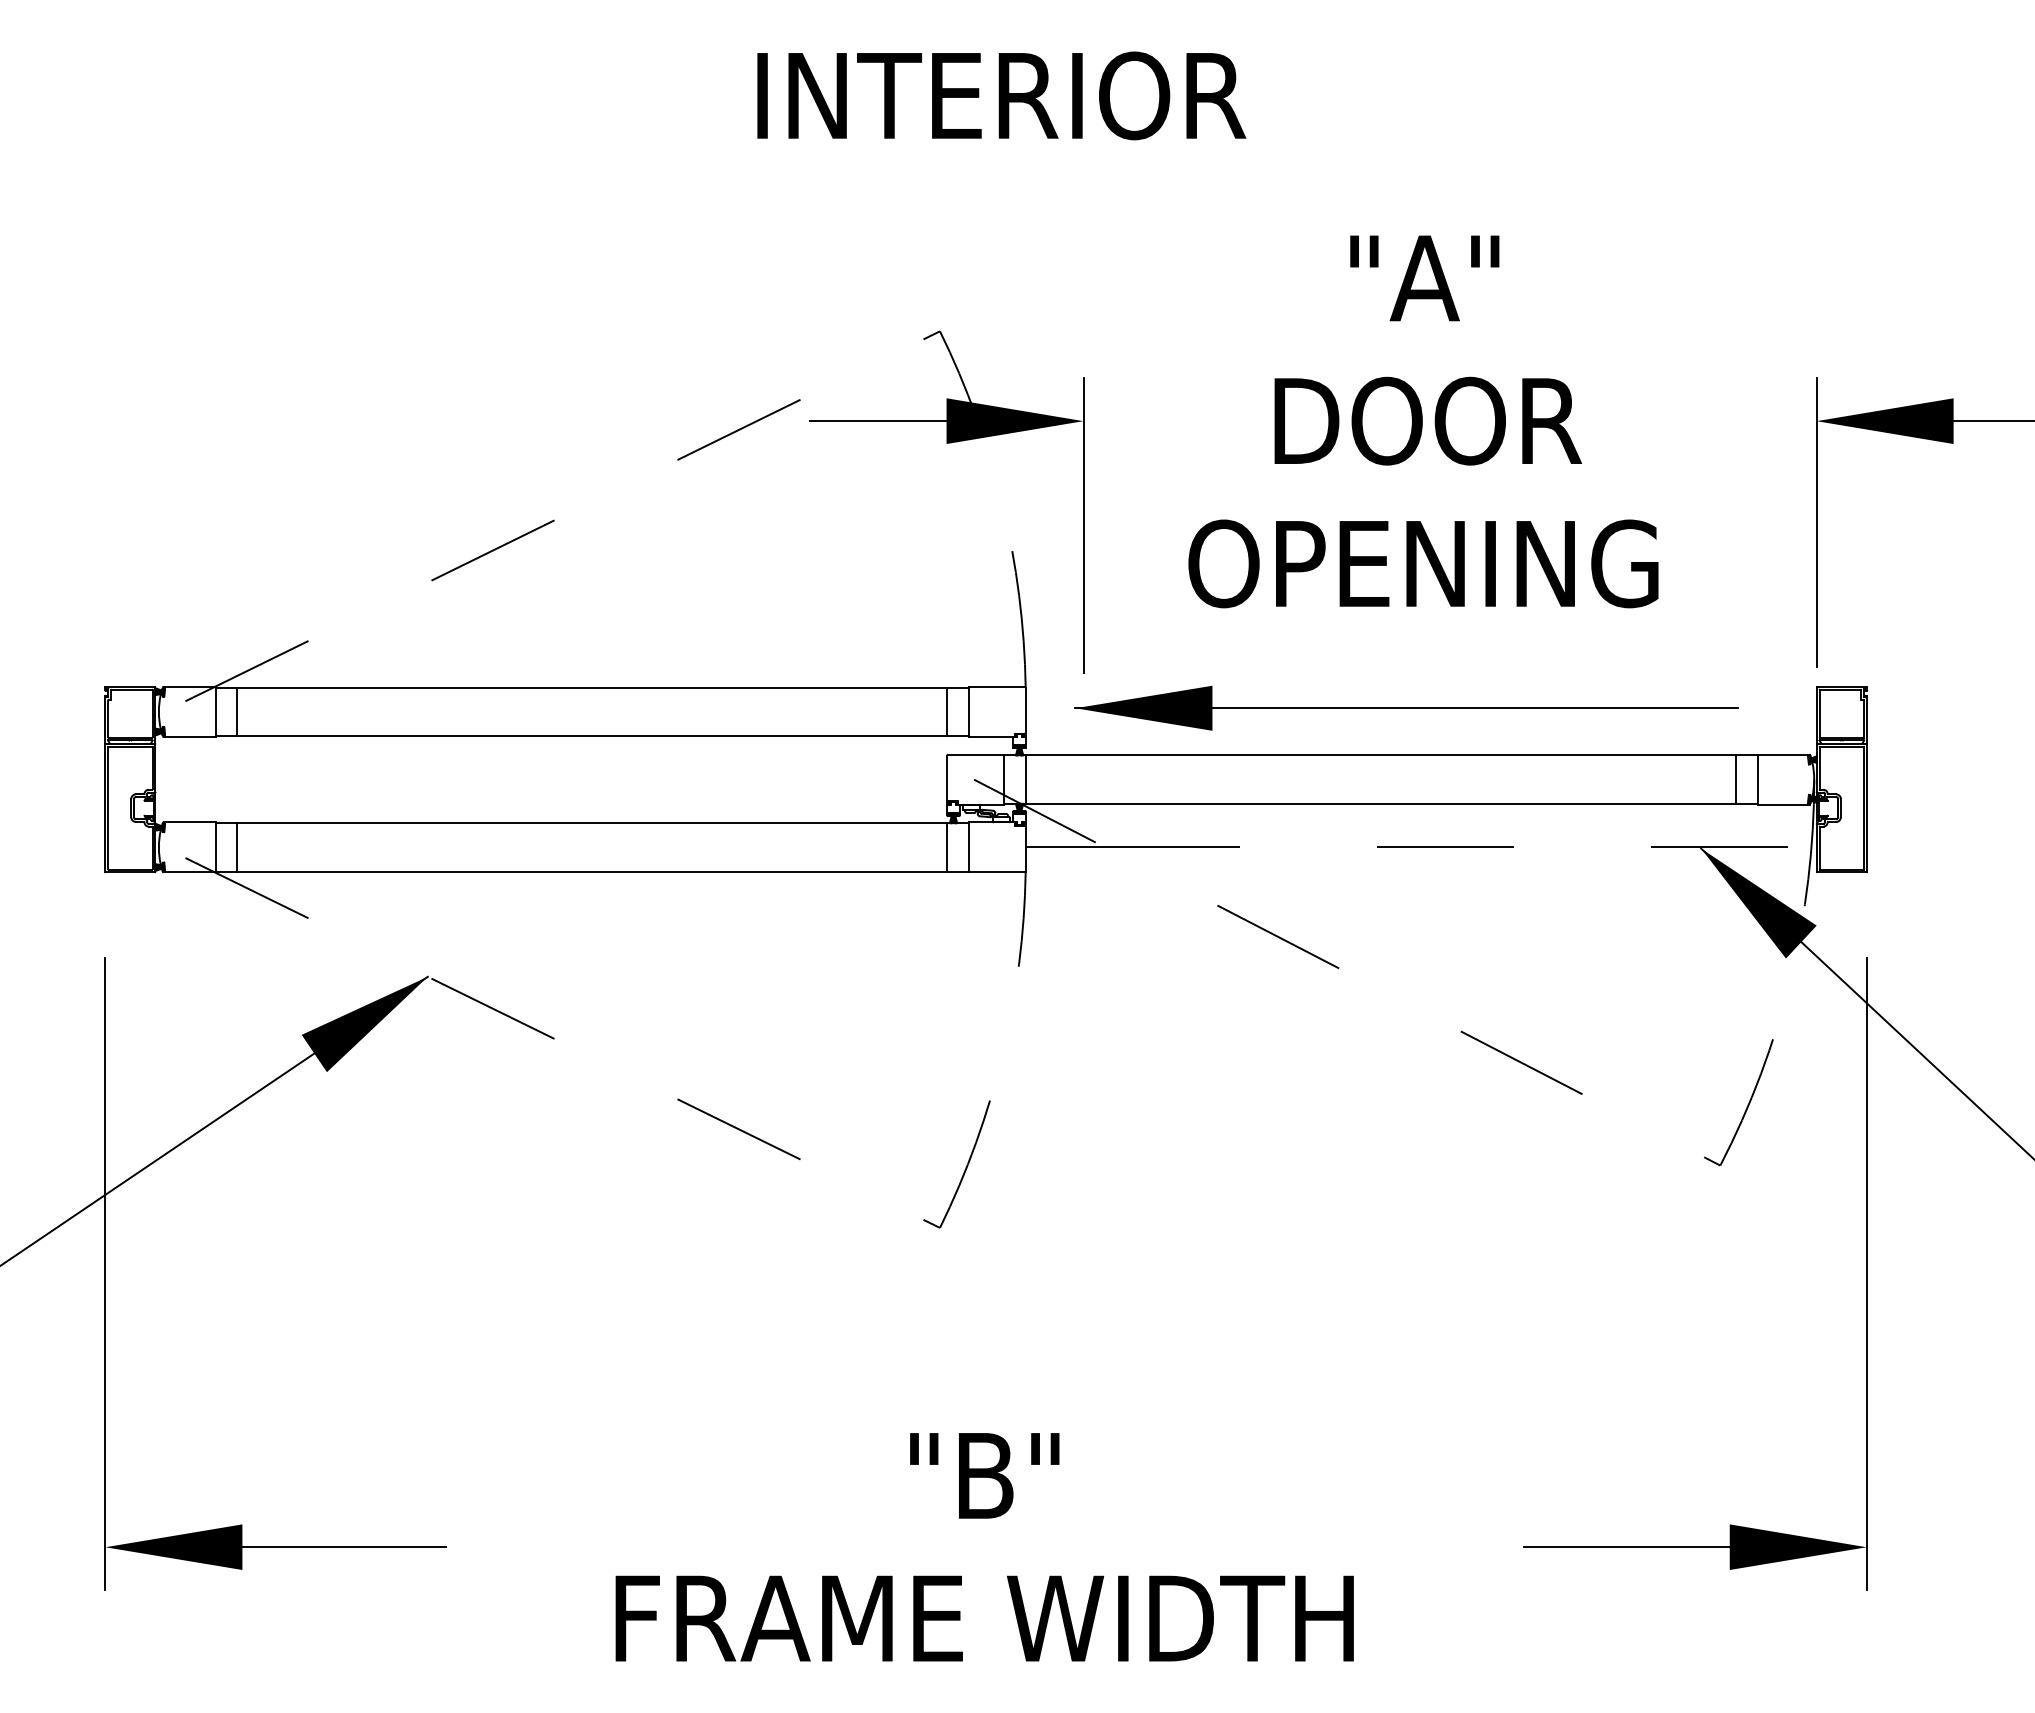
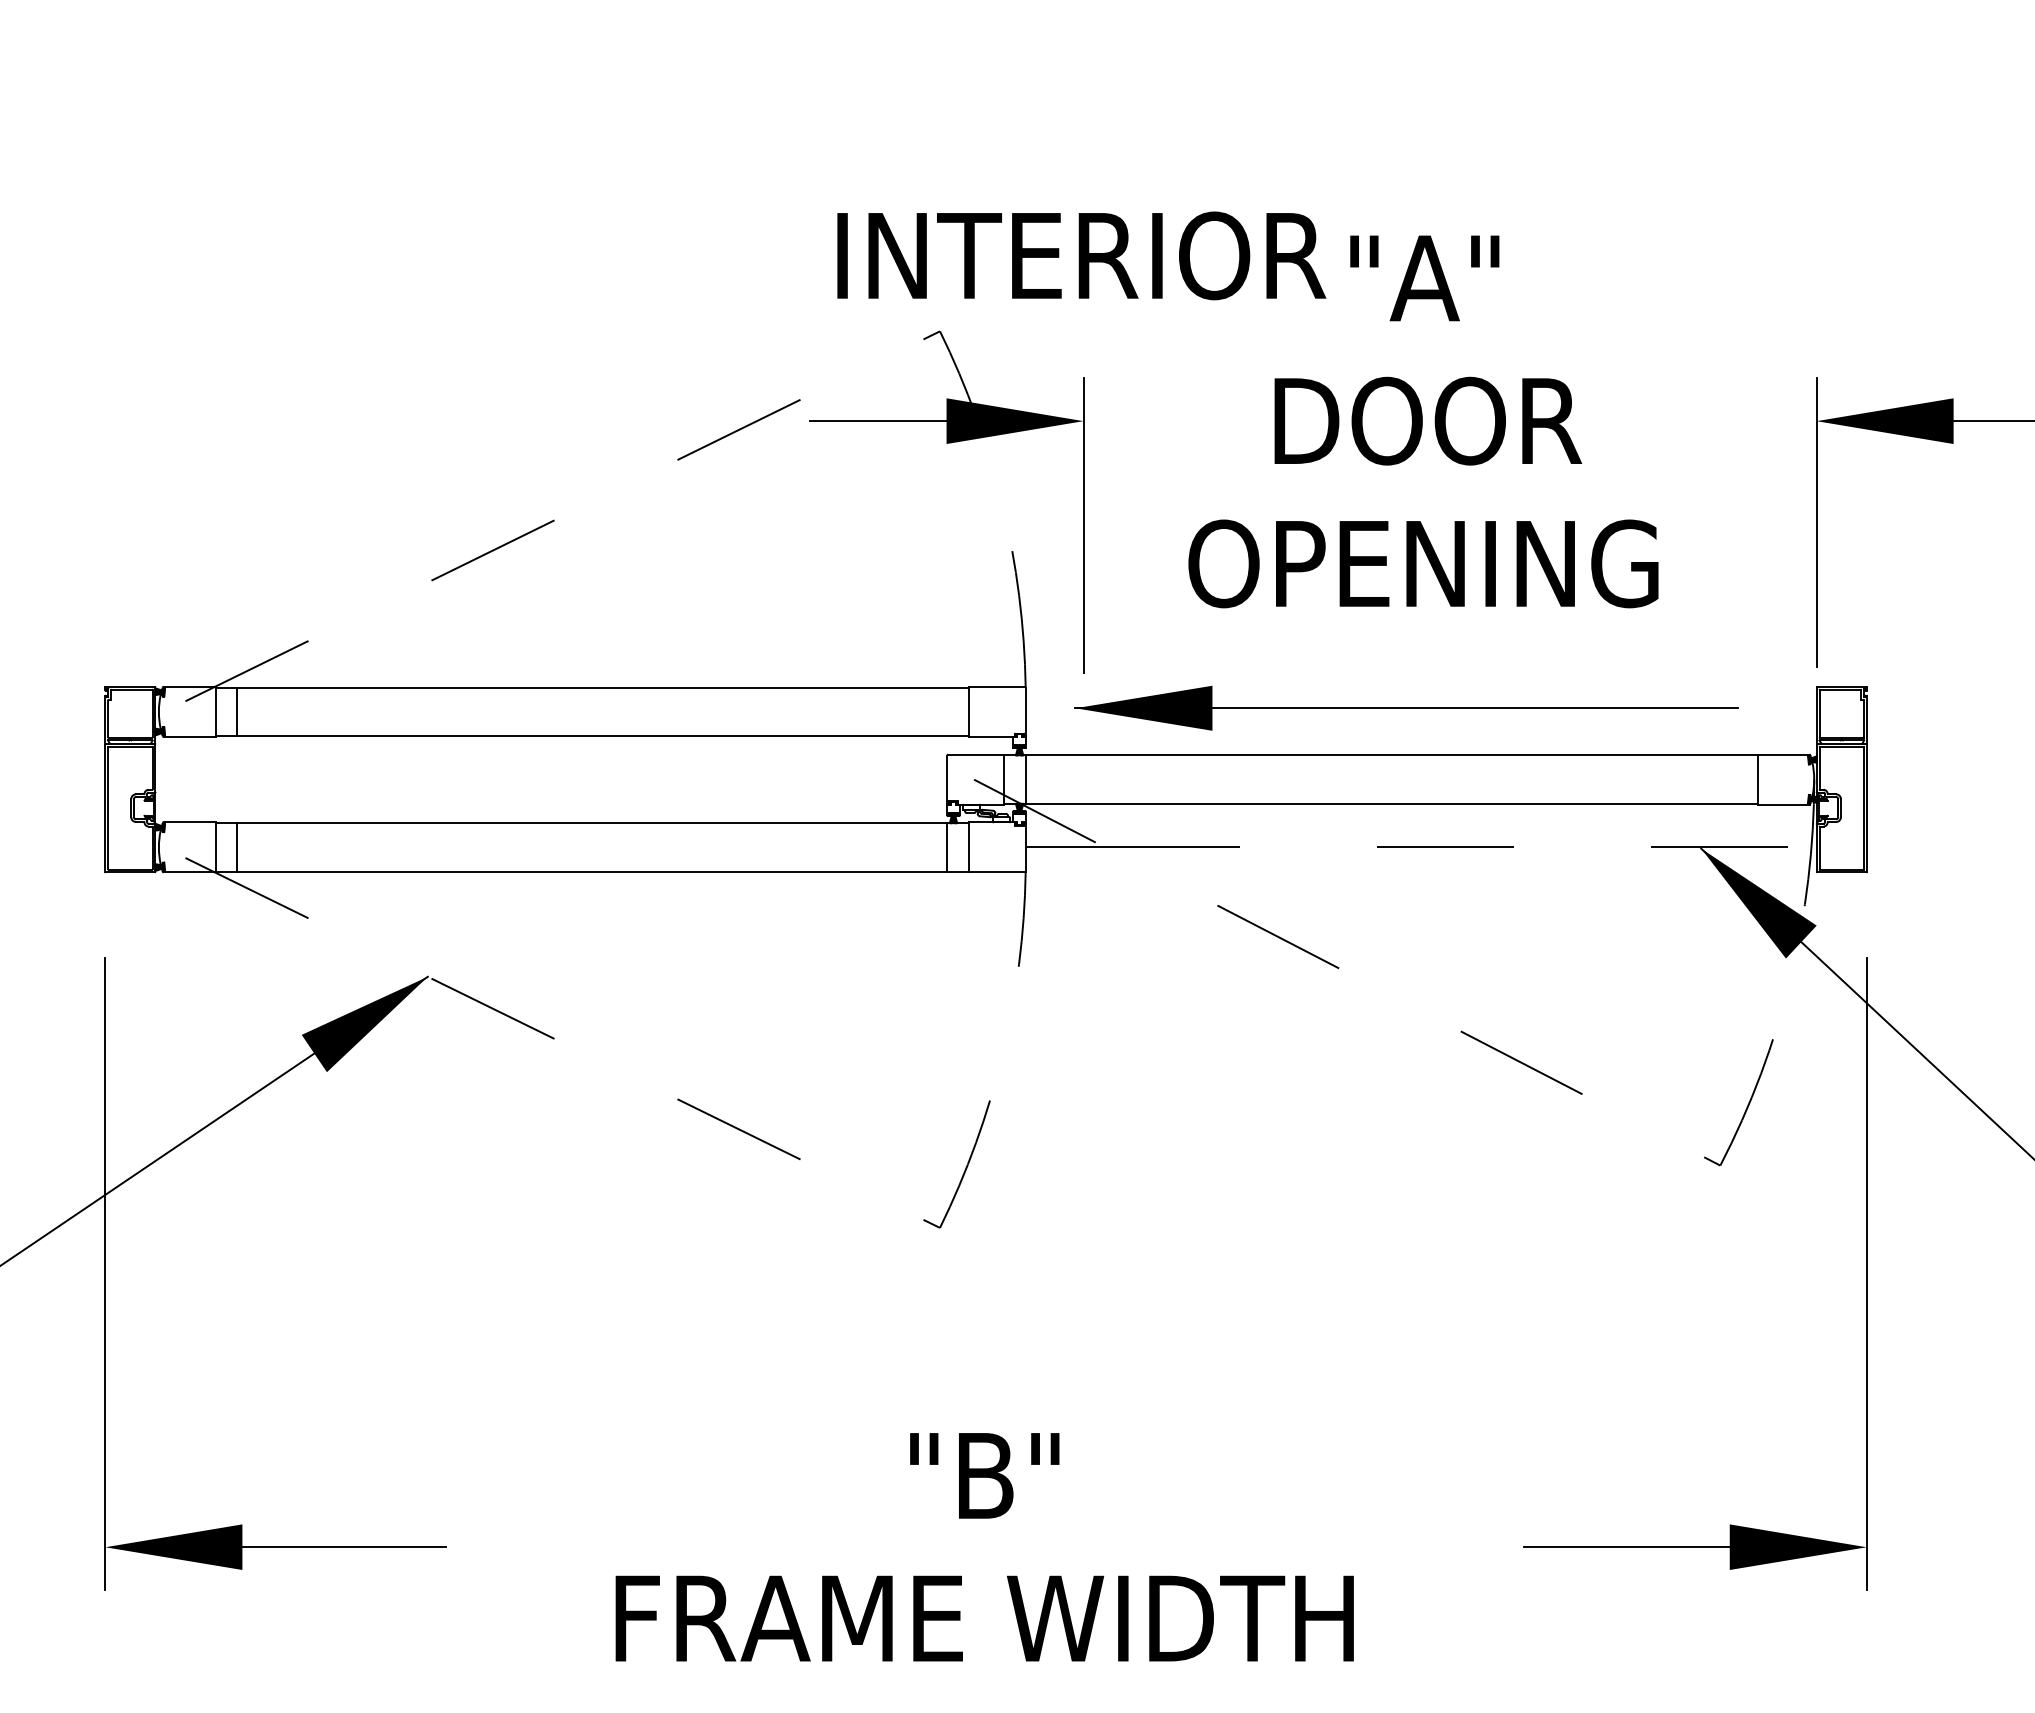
text at (1001, 95) position: (1001, 95) -> (1081, 255)
line at (947, 711): present -> none
line at (1736, 779): present -> none
